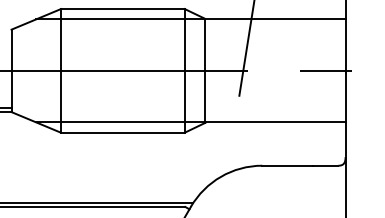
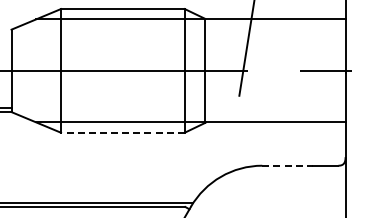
line at (122, 132): solid -> dashed
line at (287, 165): solid -> dashed
